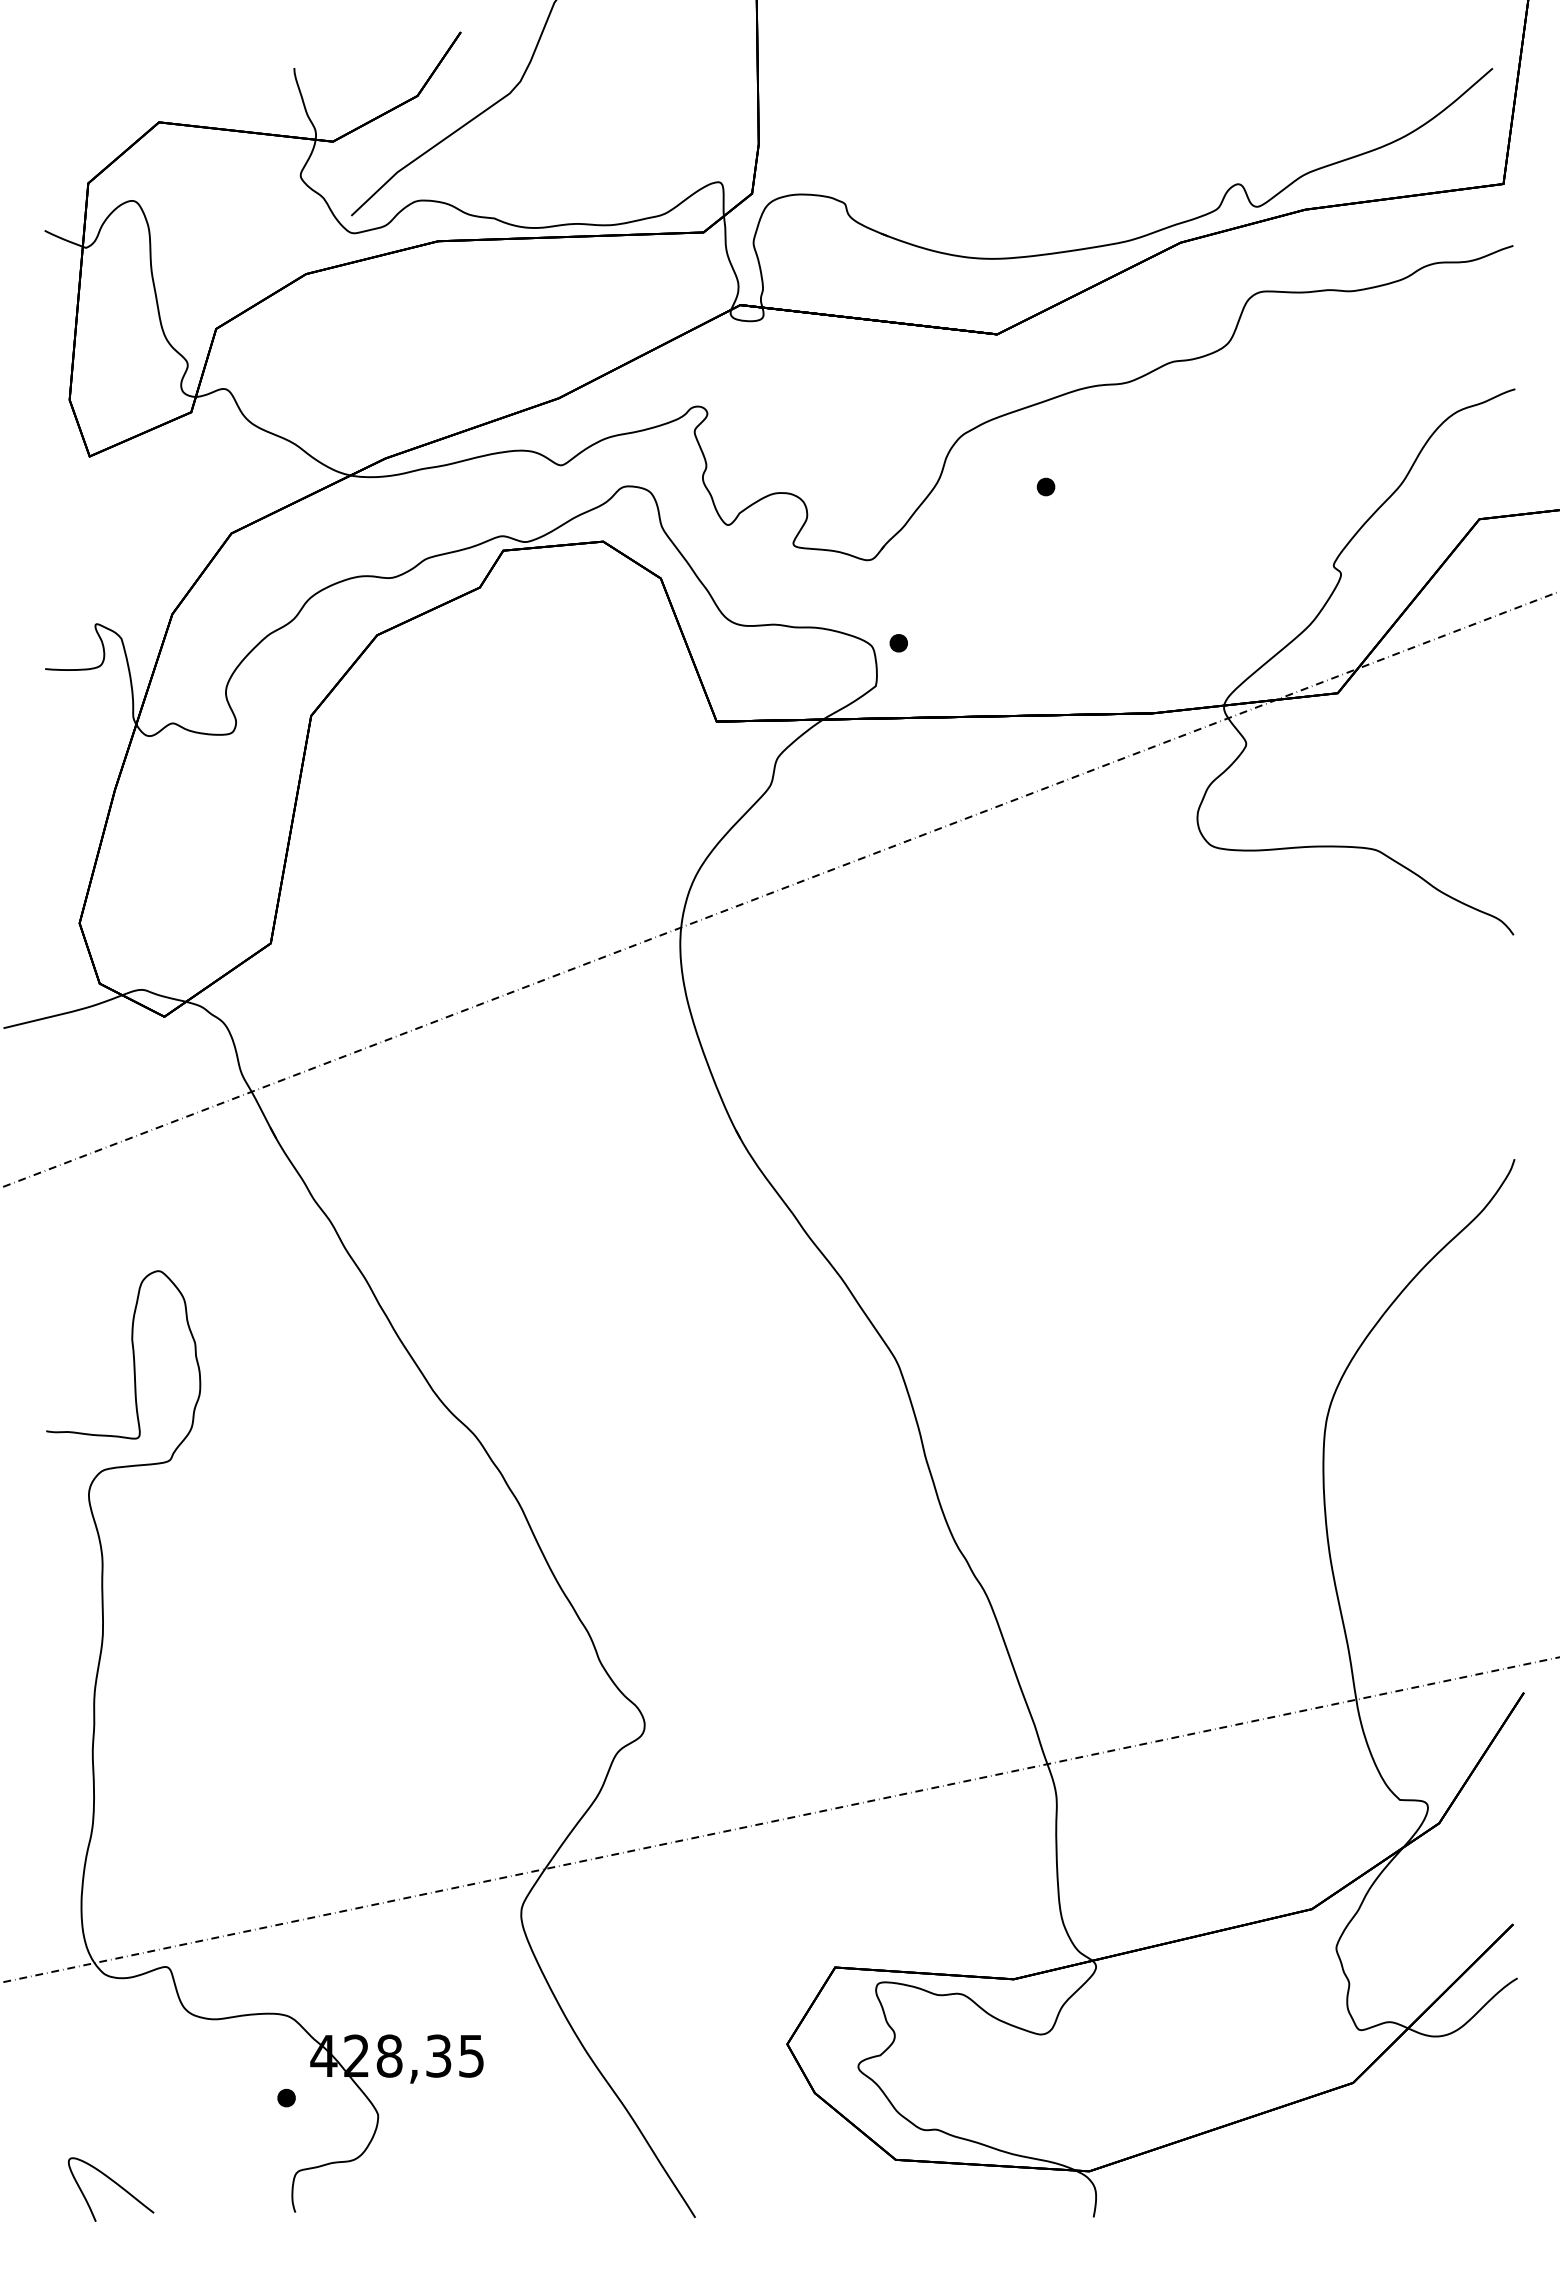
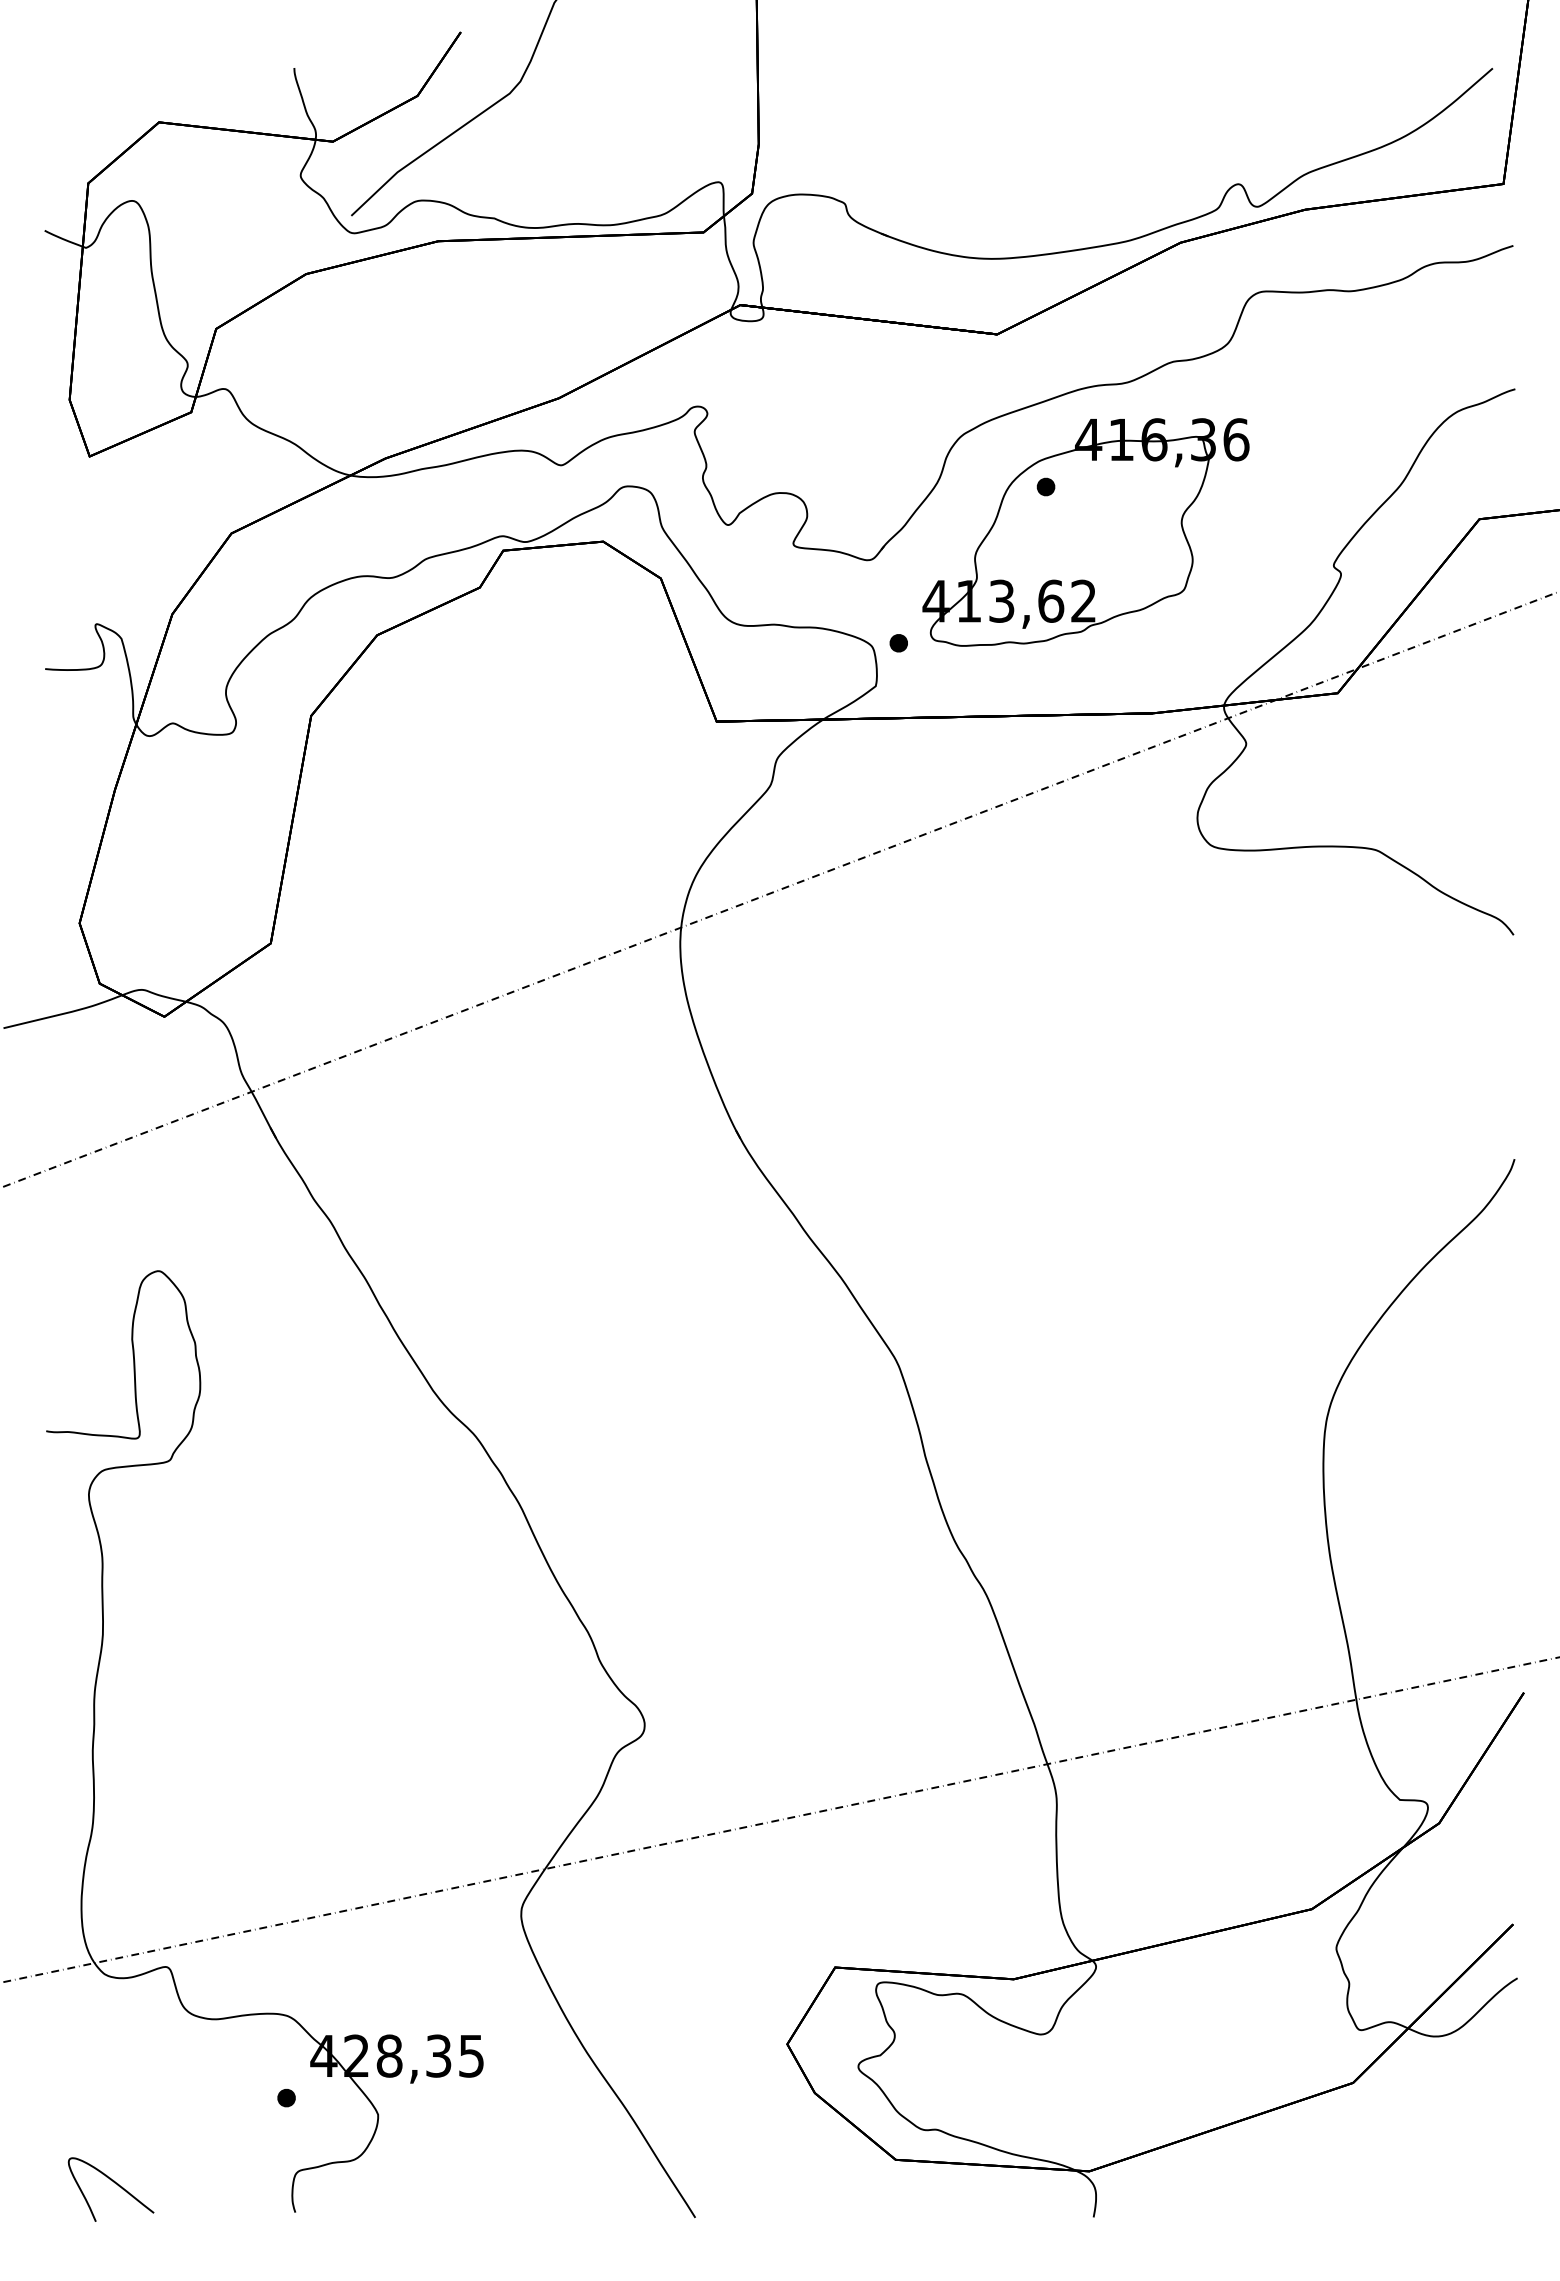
part at (1085, 532): none -> present
